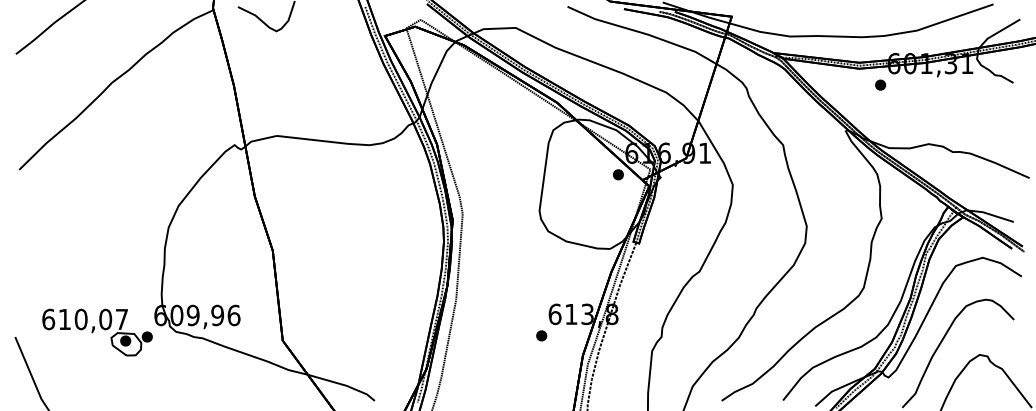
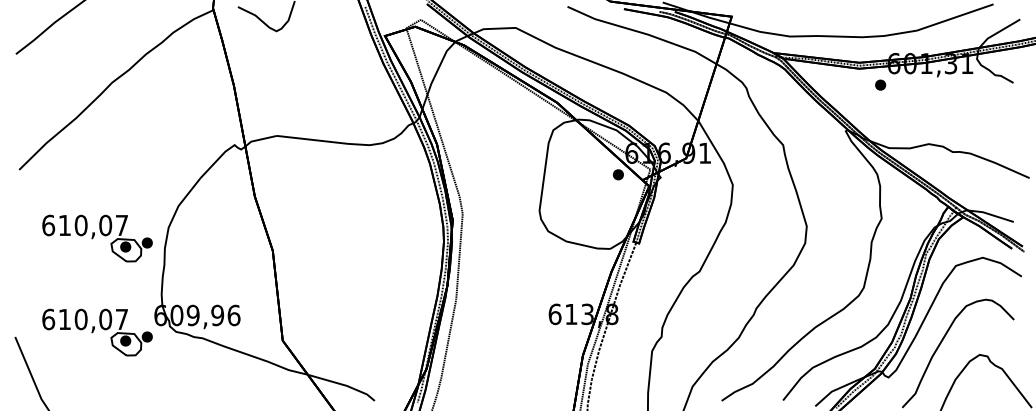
part at (97, 238): none -> present
part at (541, 335): present -> none
